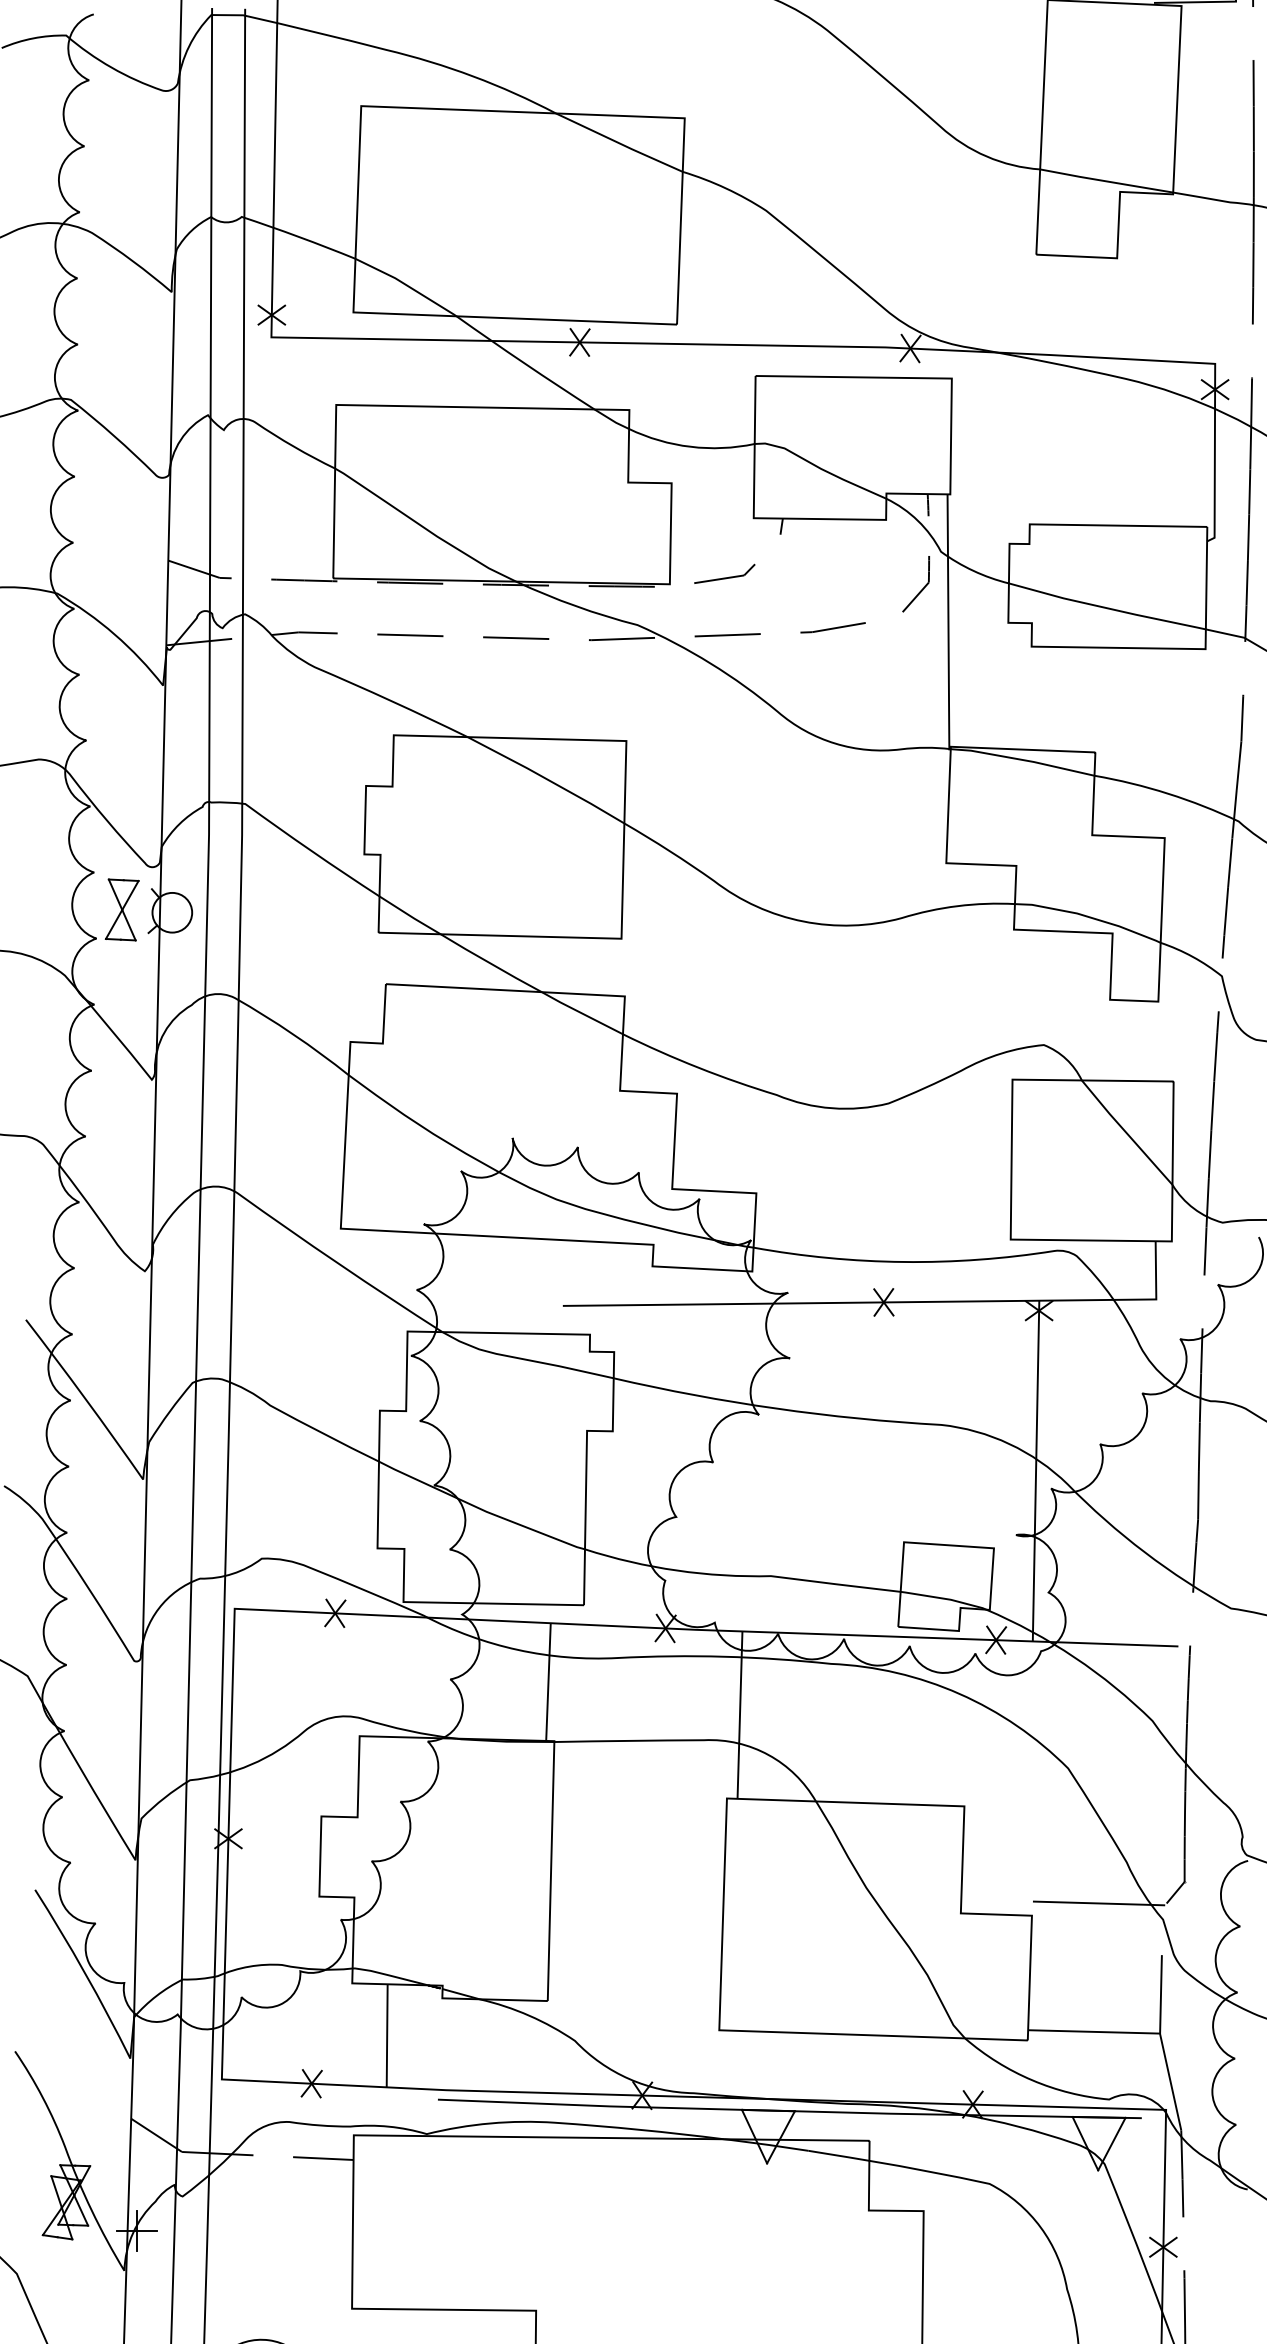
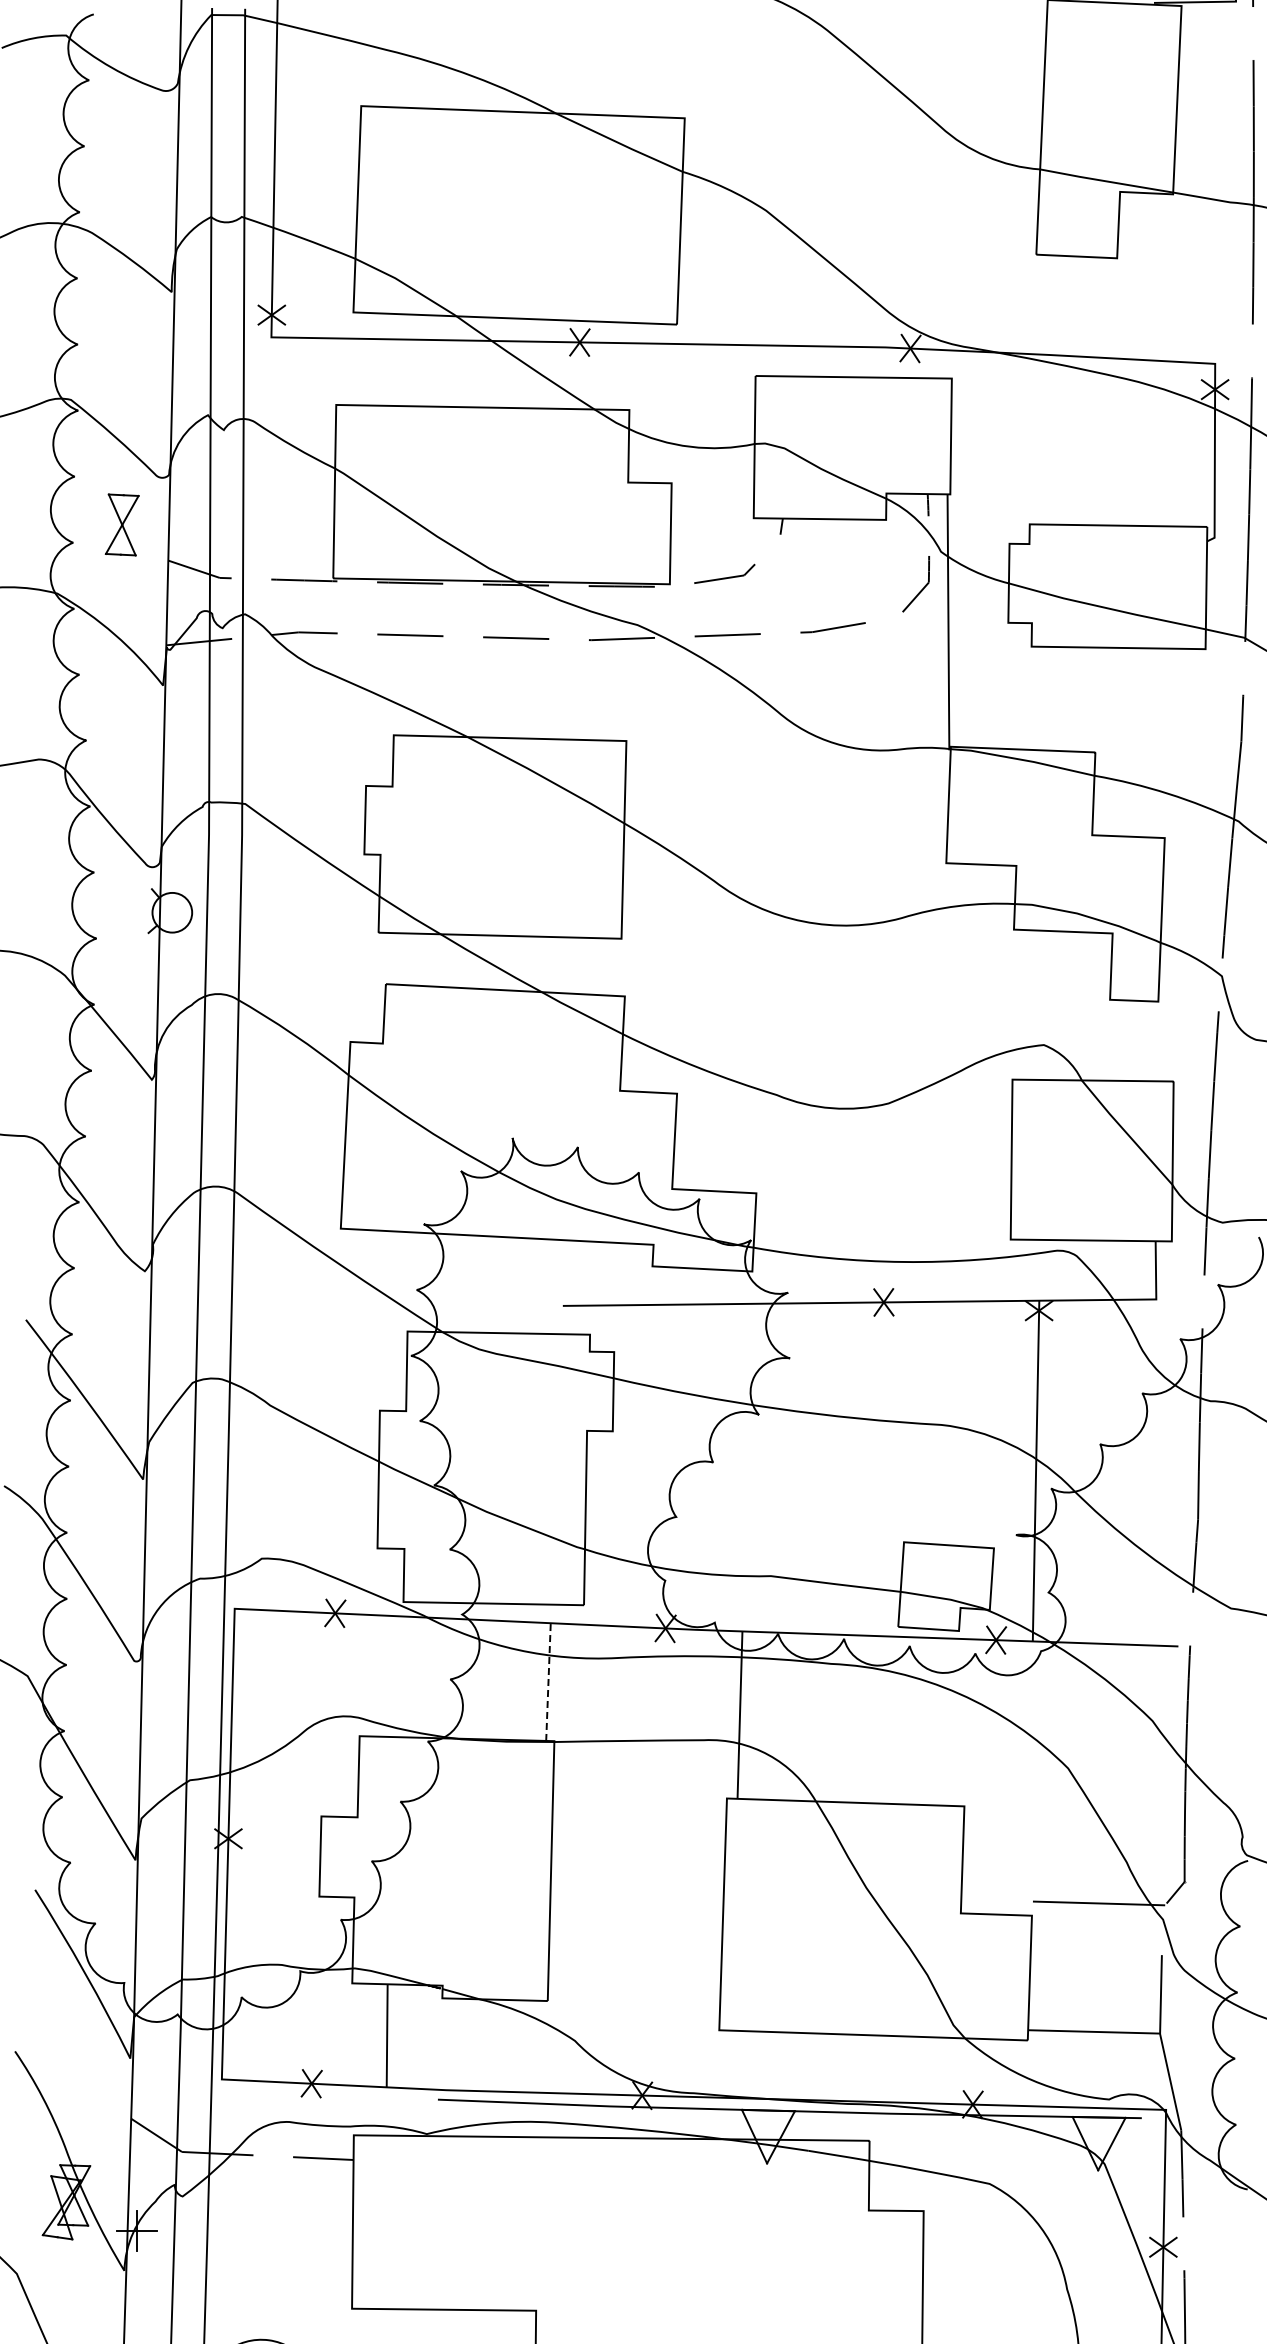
part at (121, 909) position: (121, 909) -> (121, 524)
line at (548, 1682): solid -> dashed
